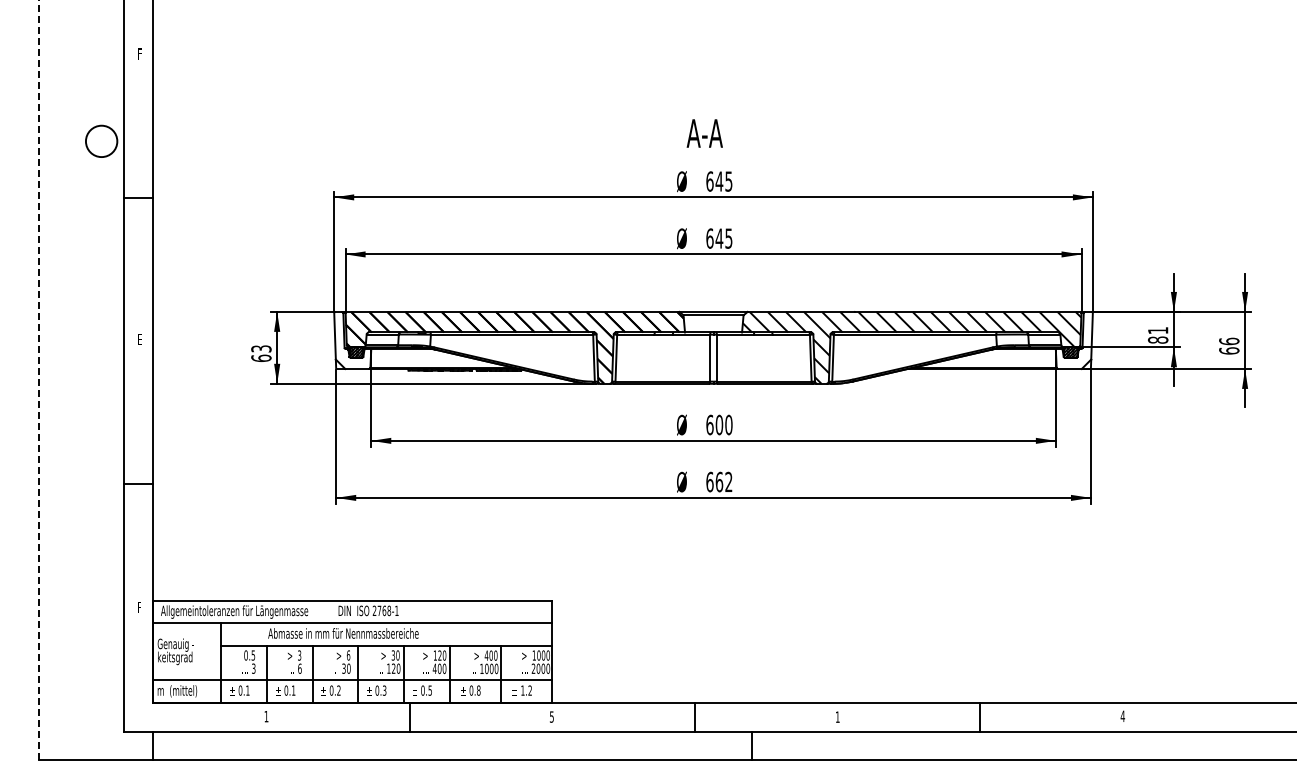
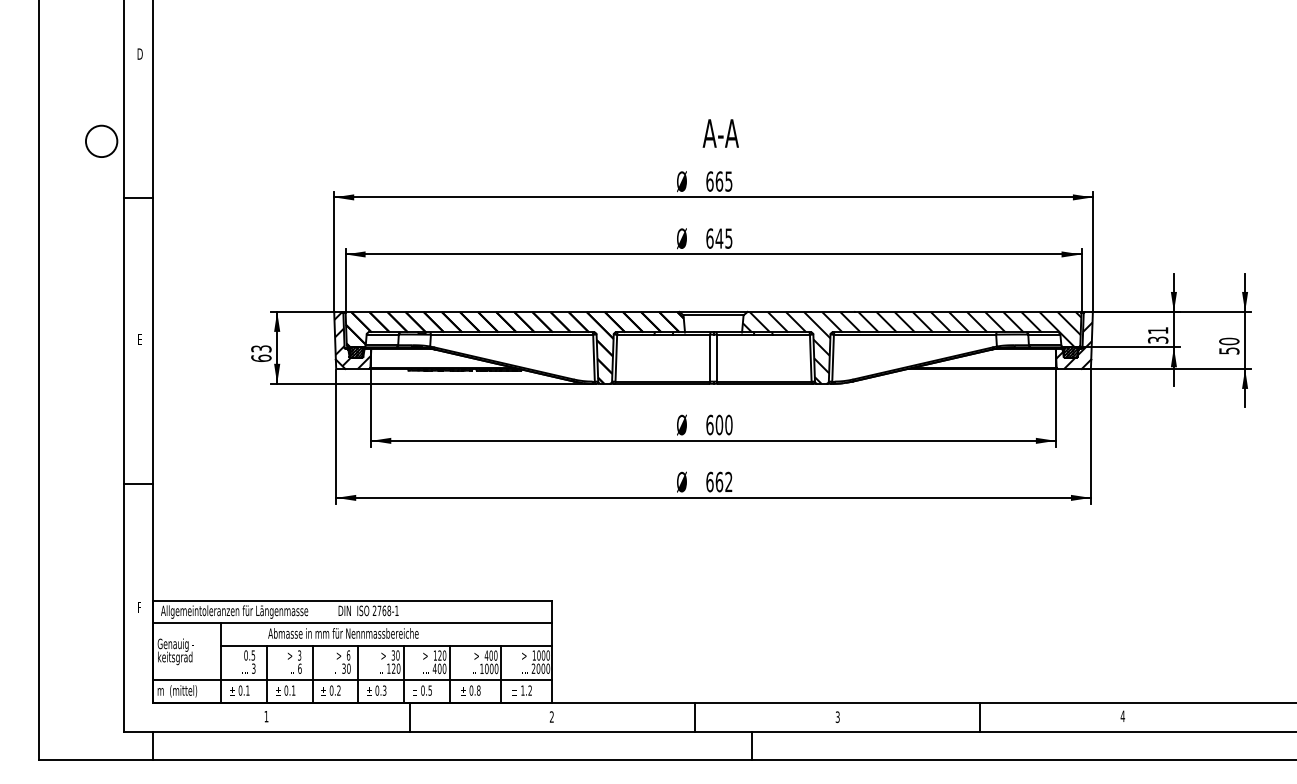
text at (139, 53): F -> D
text at (704, 133) position: (704, 133) -> (720, 133)
text at (719, 181): 645 -> 665
hatch at (352, 339): none -> present
hatch at (1074, 339): none -> present
text at (1158, 339): 81 -> 31
text at (1229, 345): 66 -> 50
line at (38, 380): dashed -> solid
text at (551, 716): 5 -> 2
text at (837, 717): 1 -> 3
